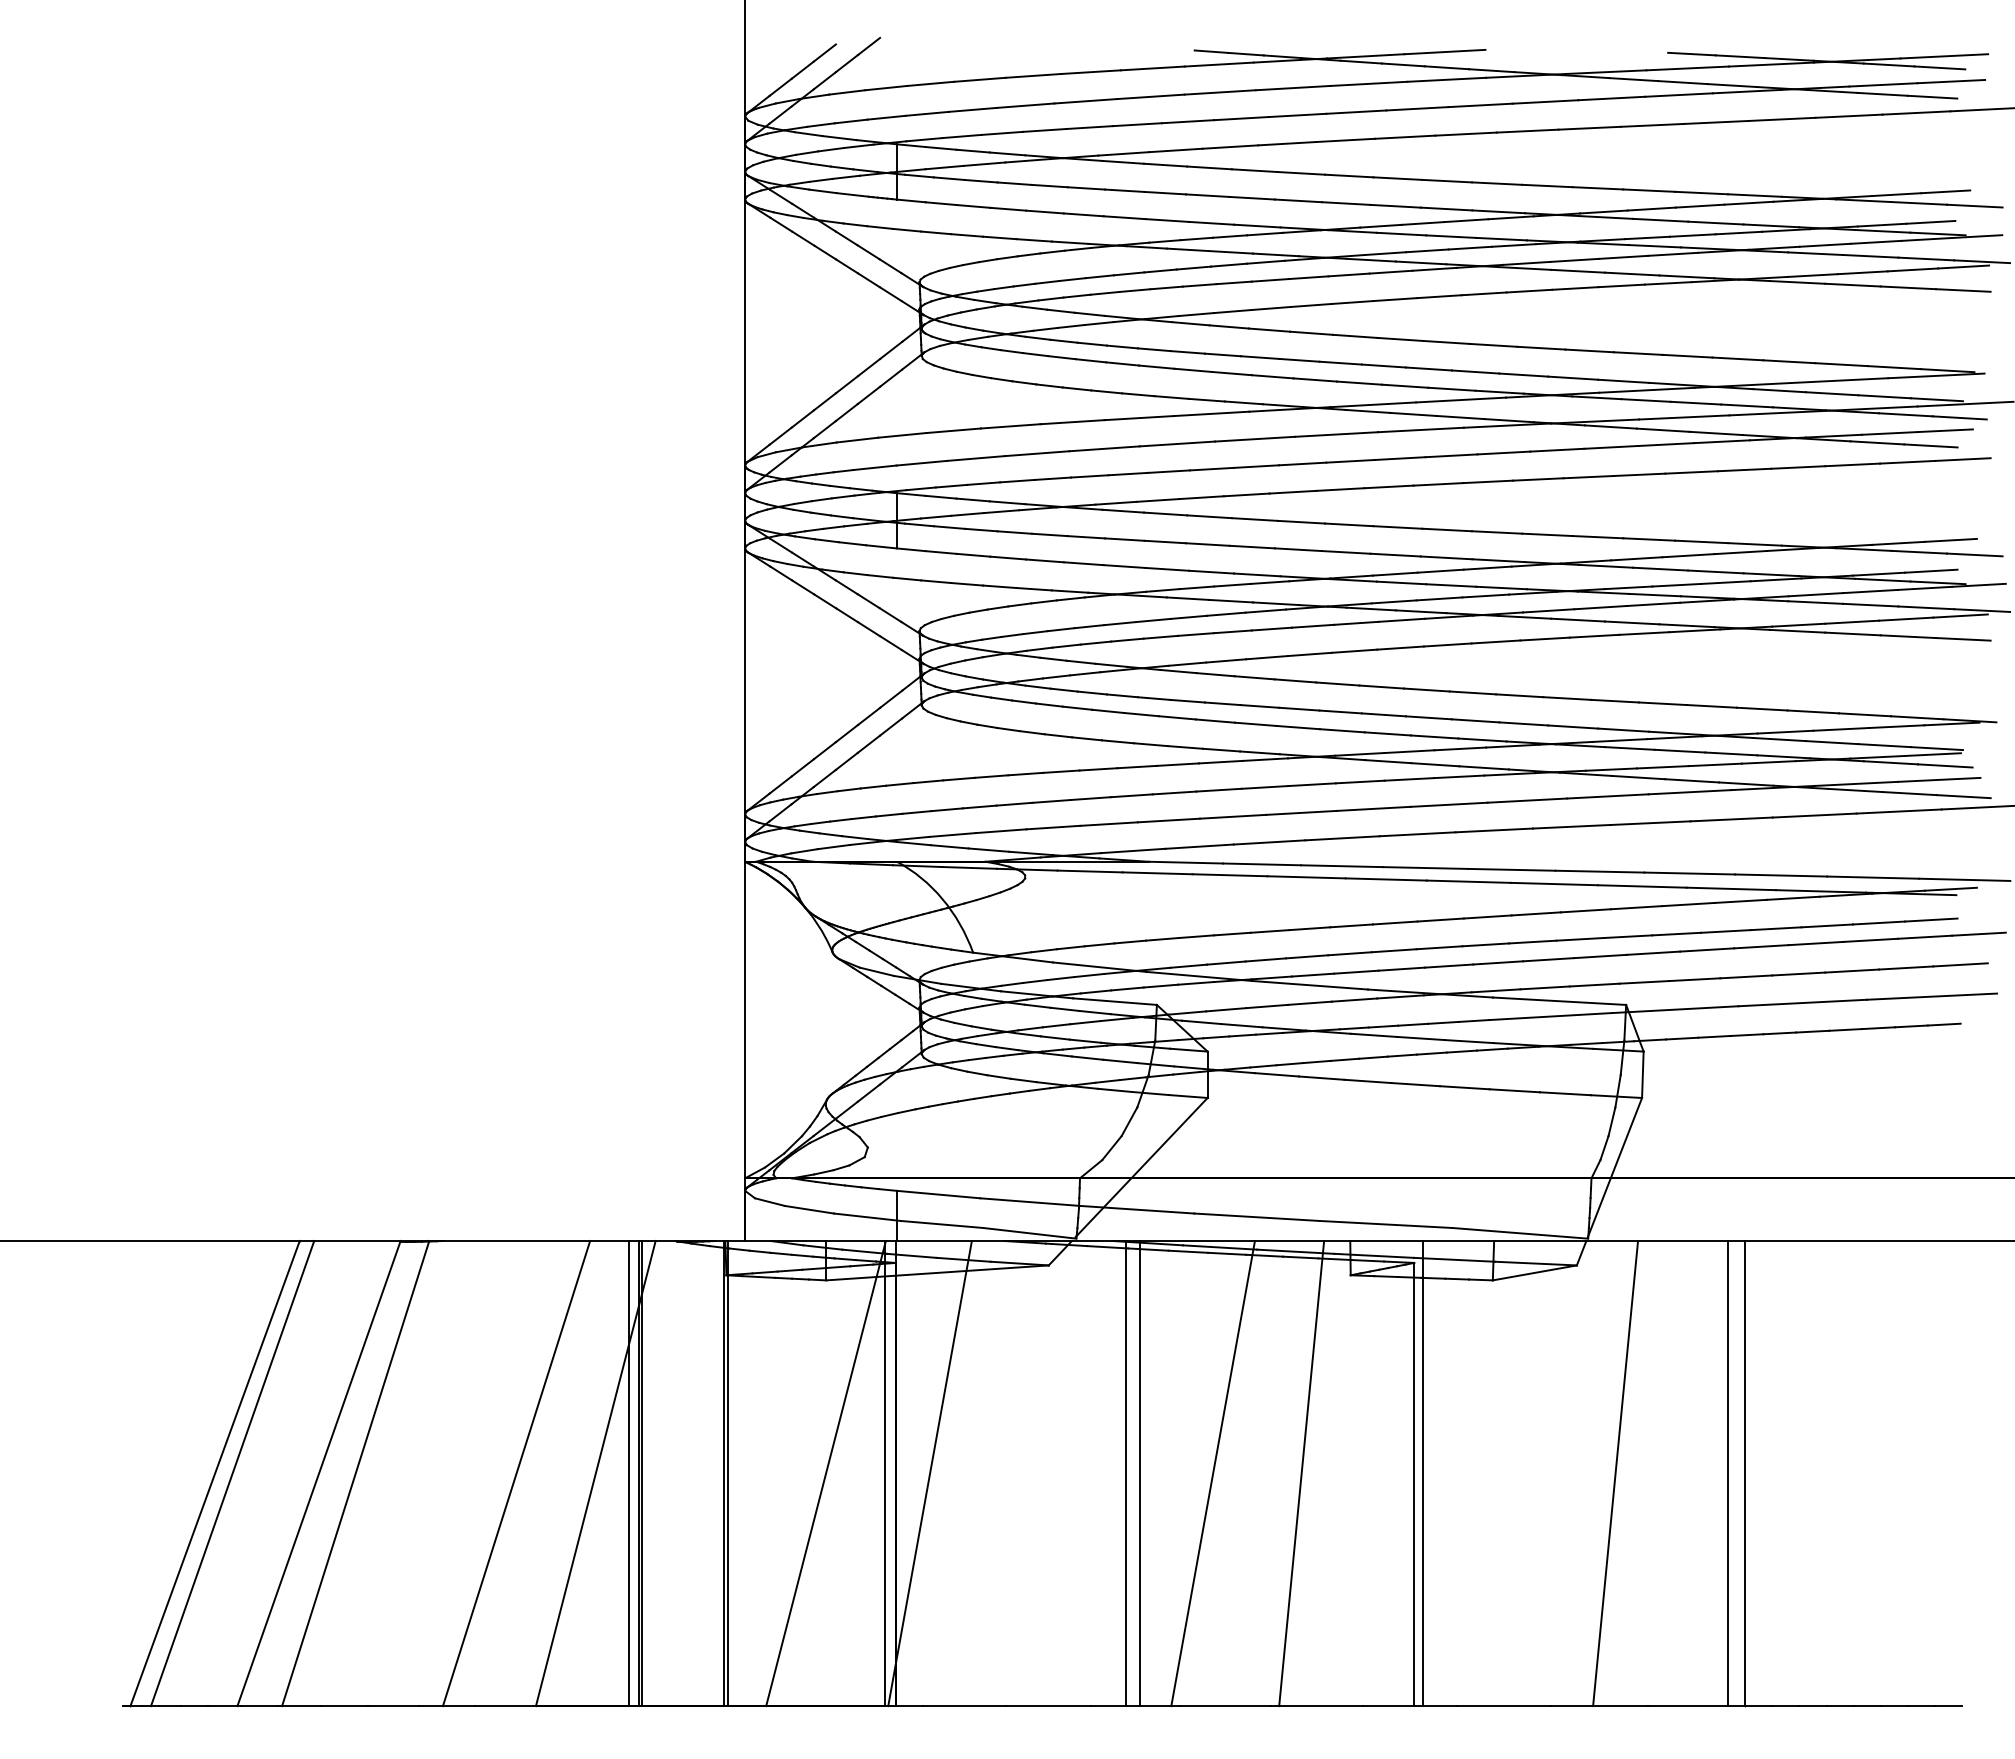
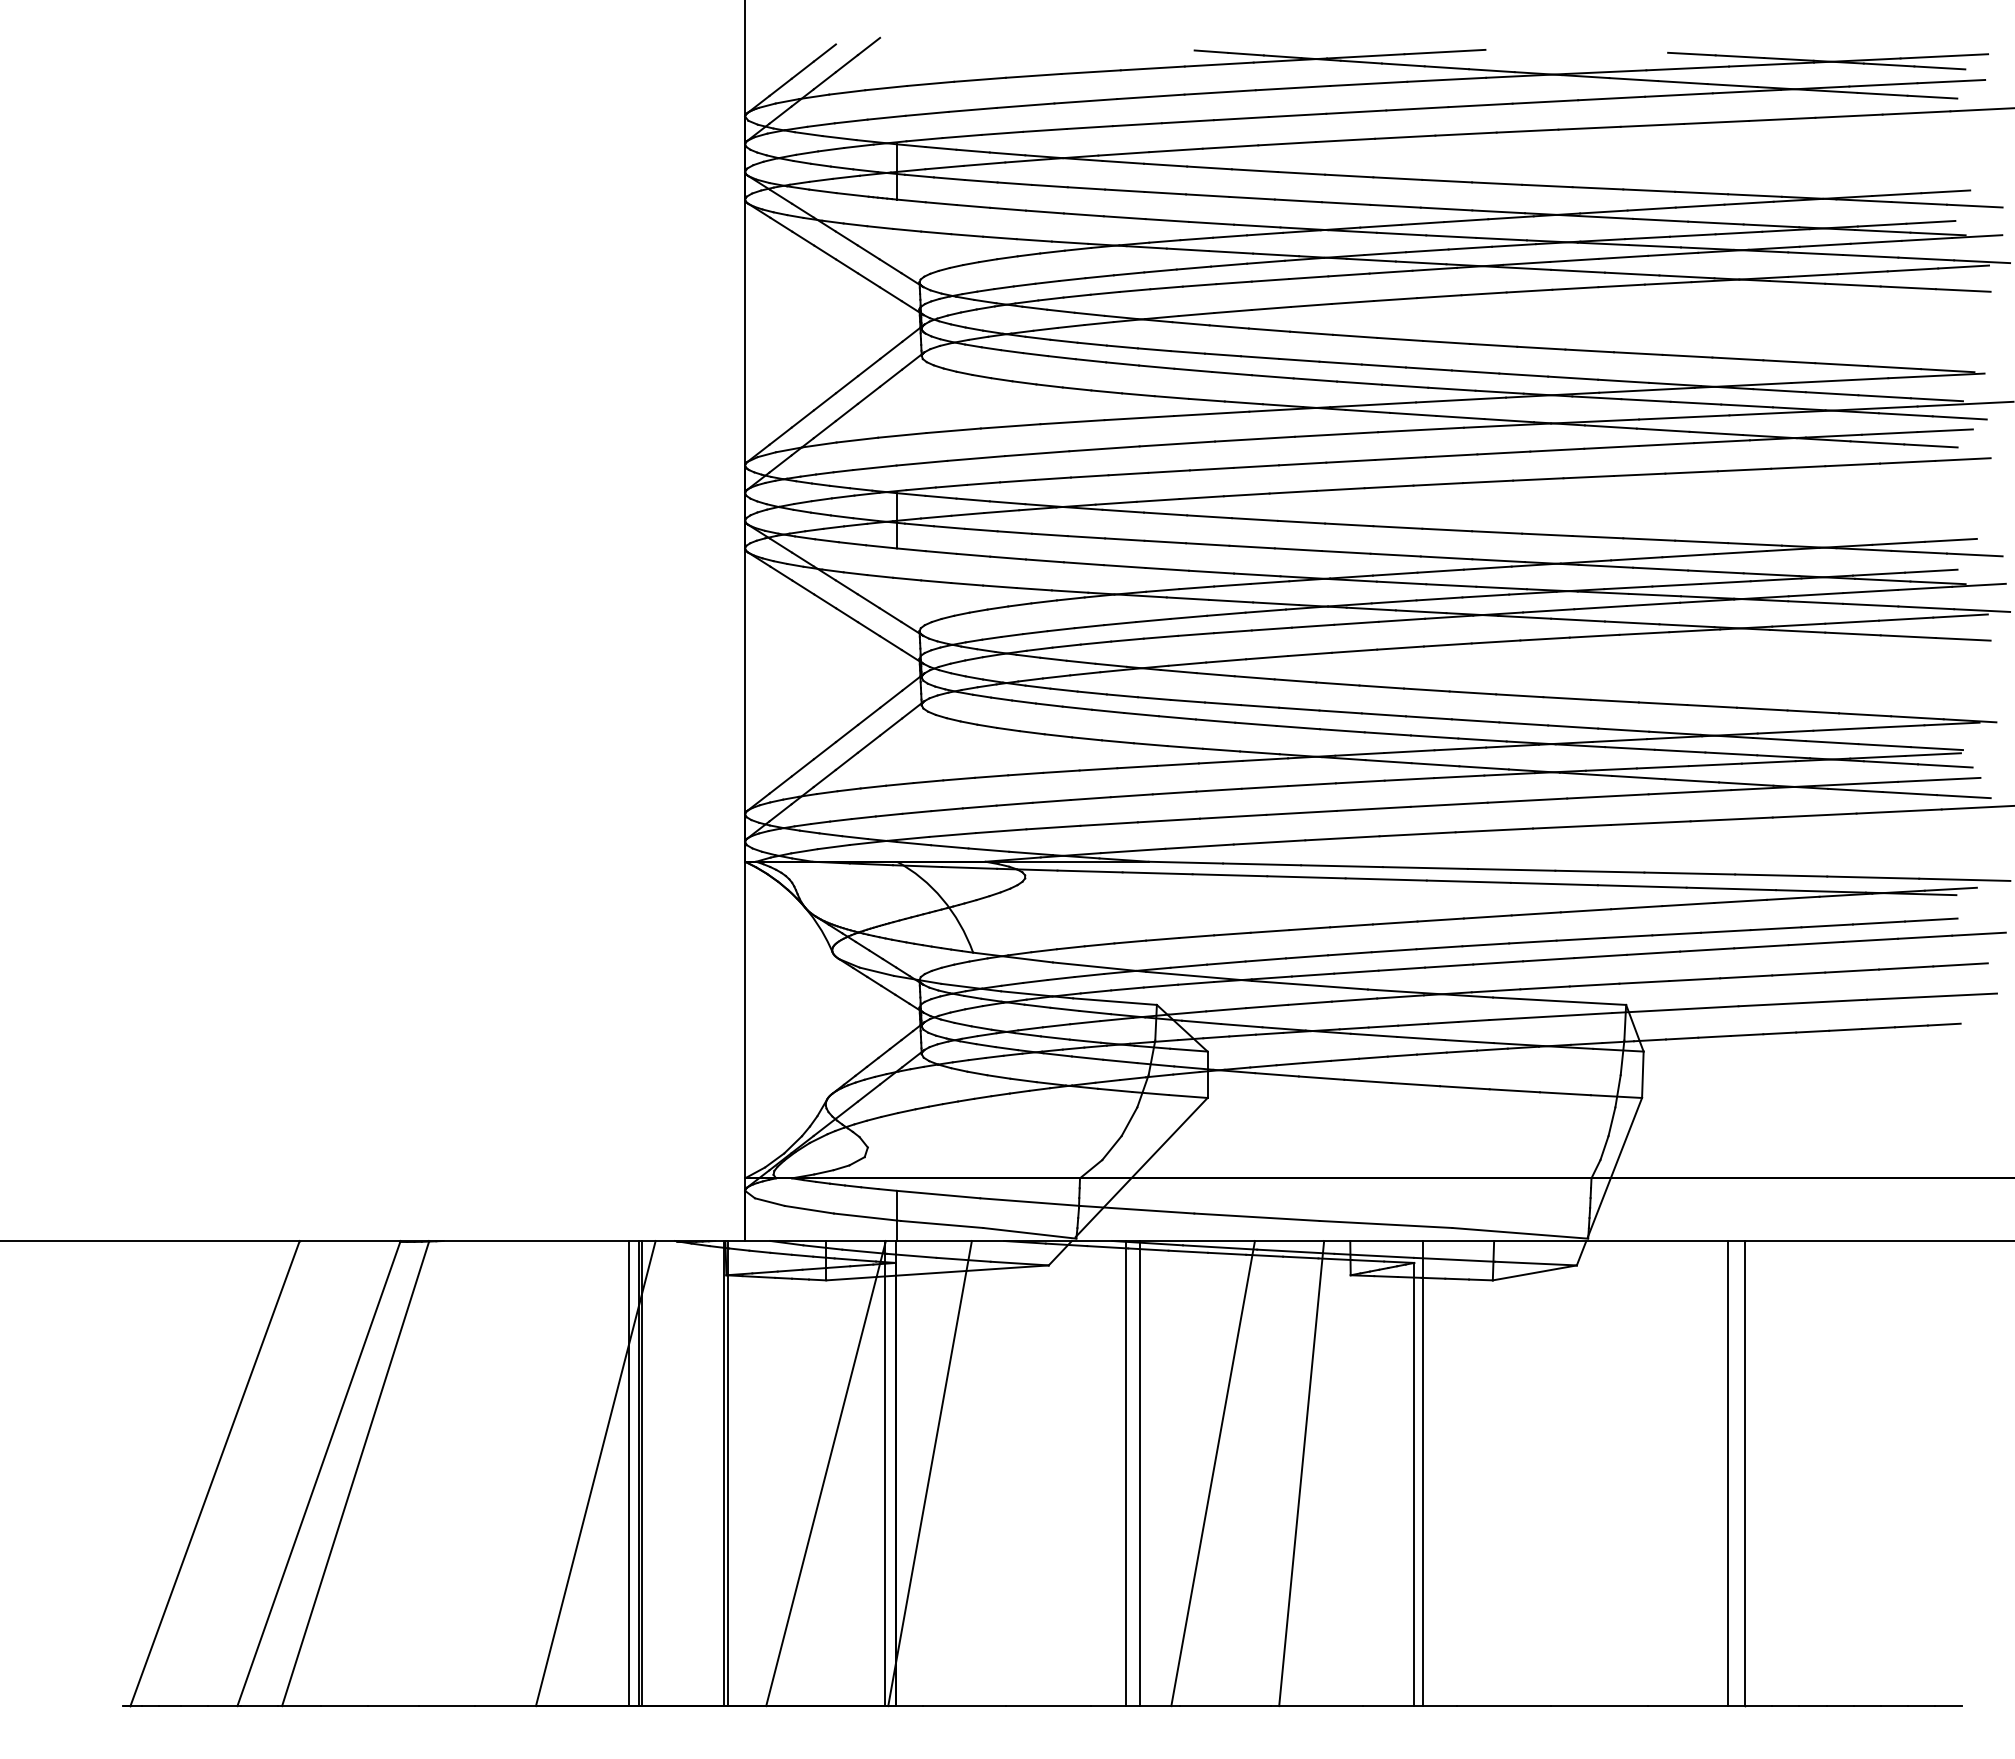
line at (232, 1473): present -> none
line at (516, 1473): present -> none
line at (1615, 1473): present -> none
